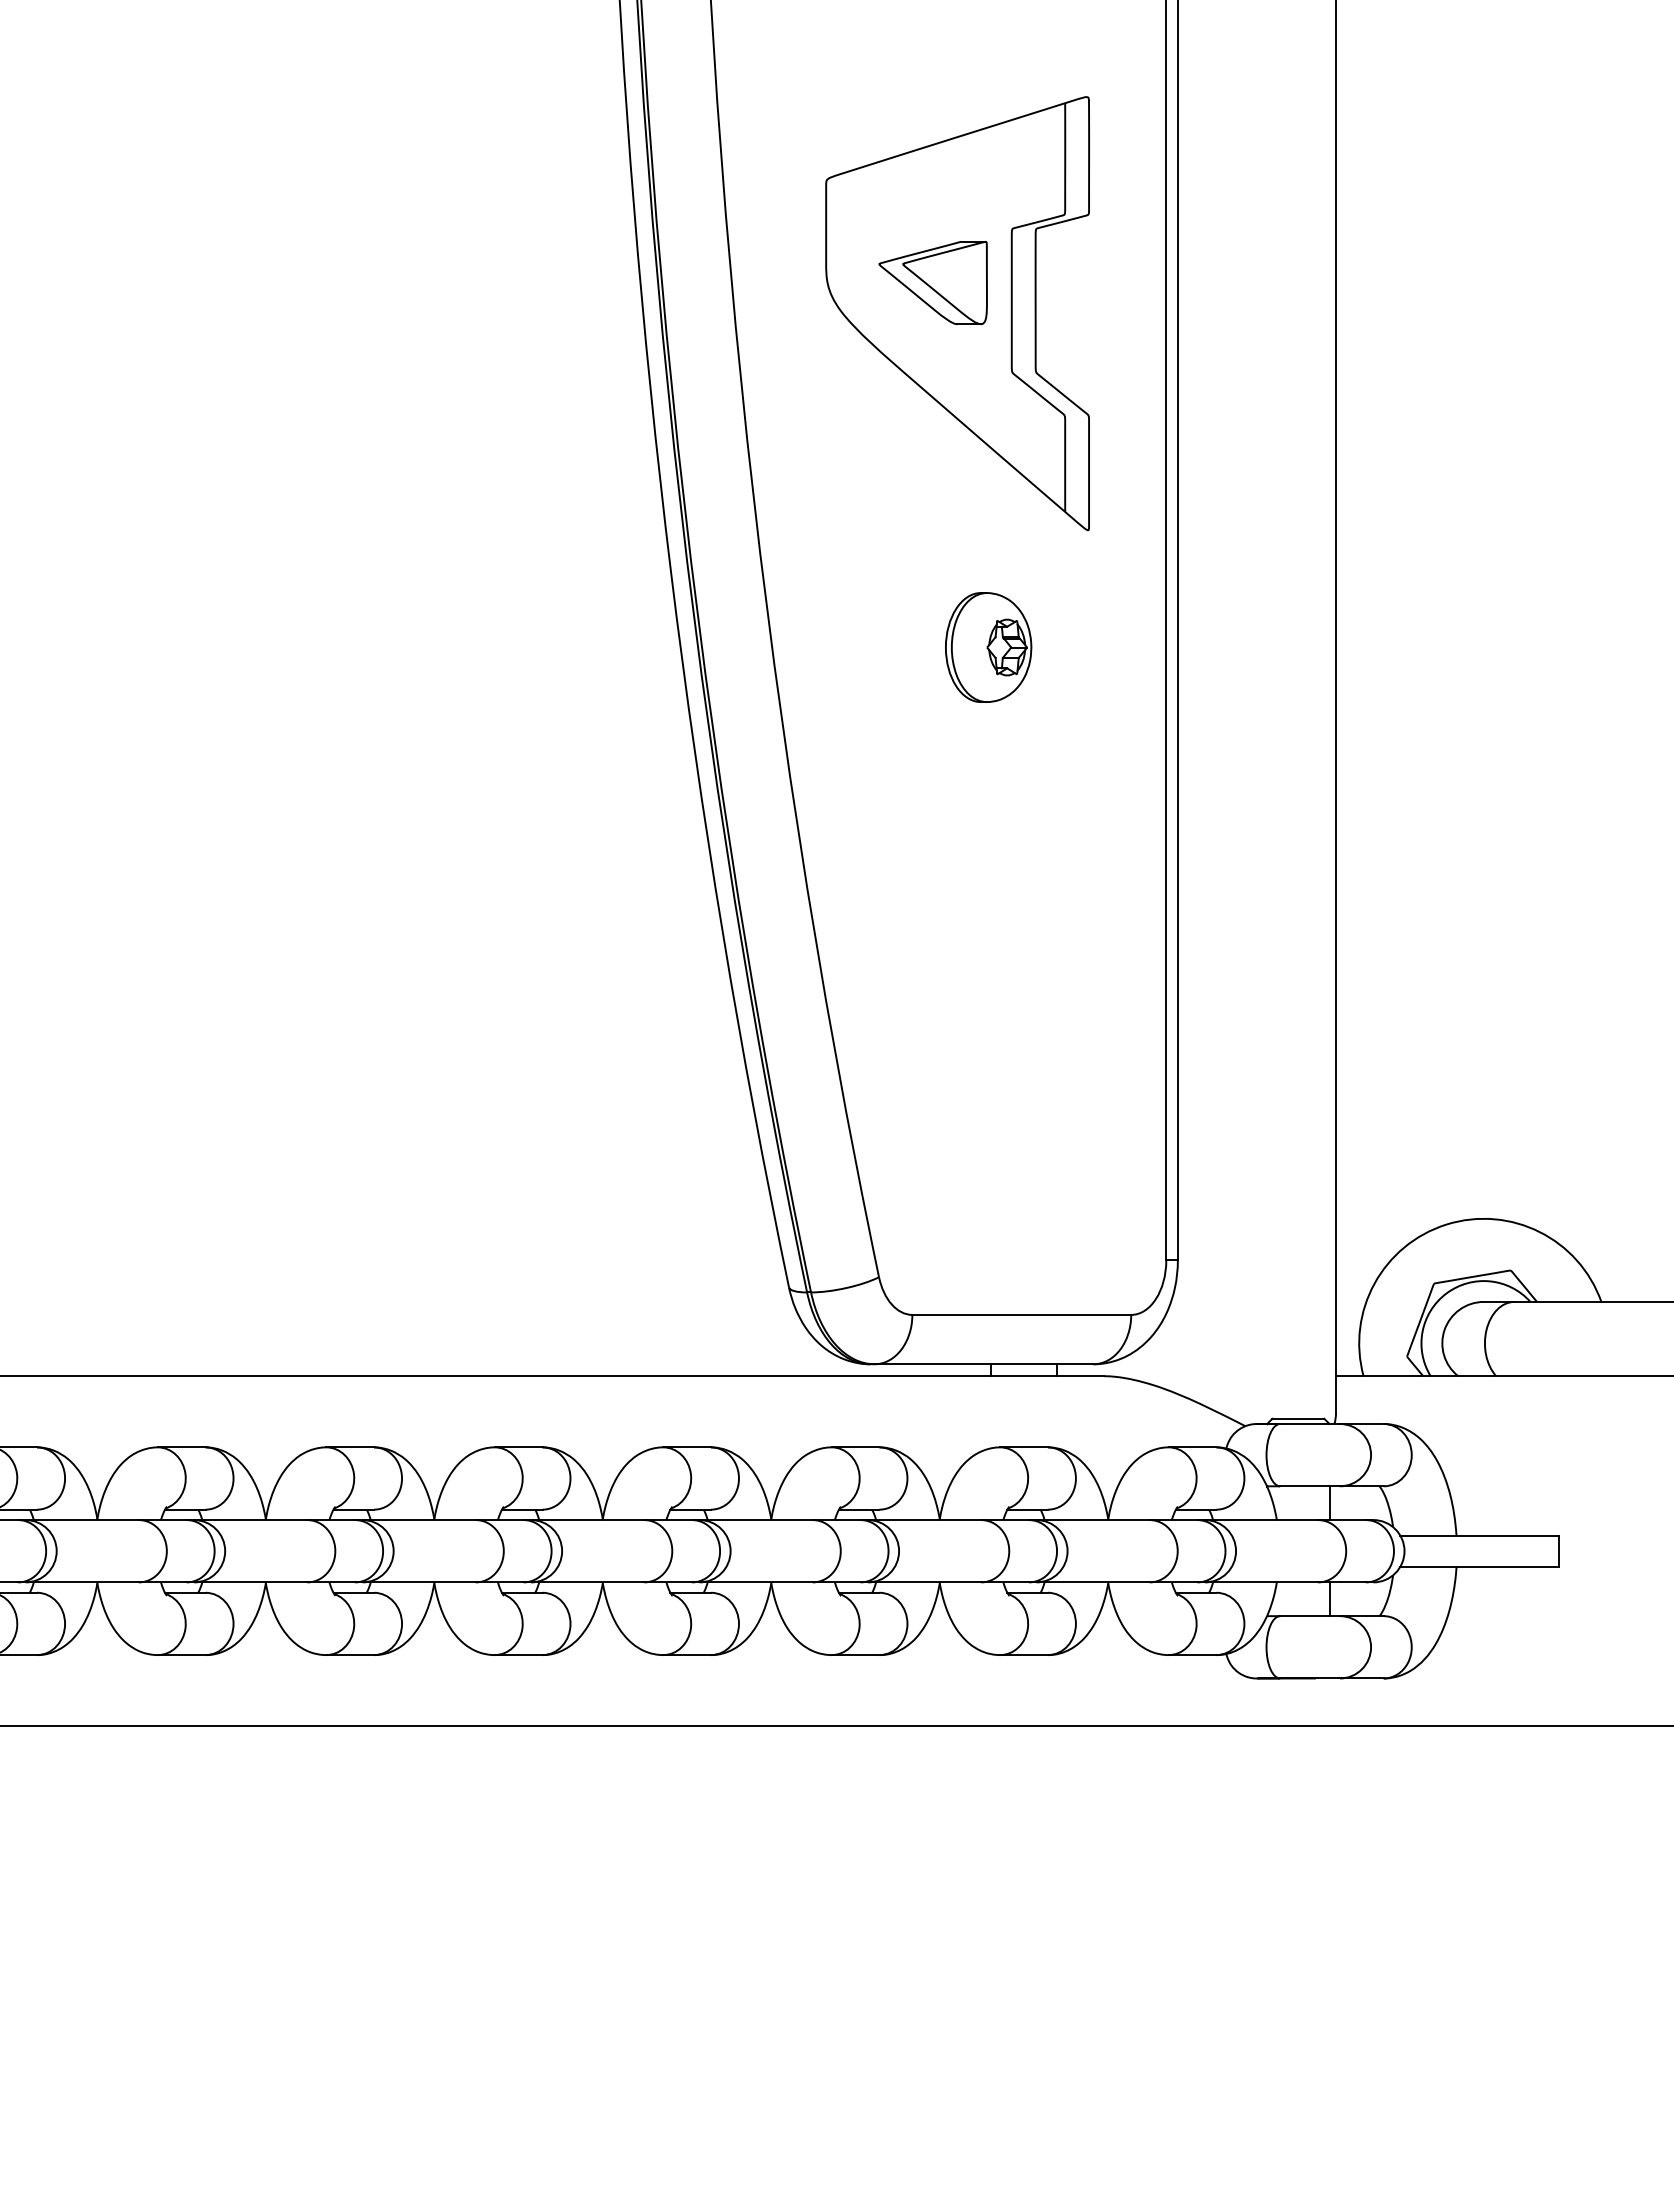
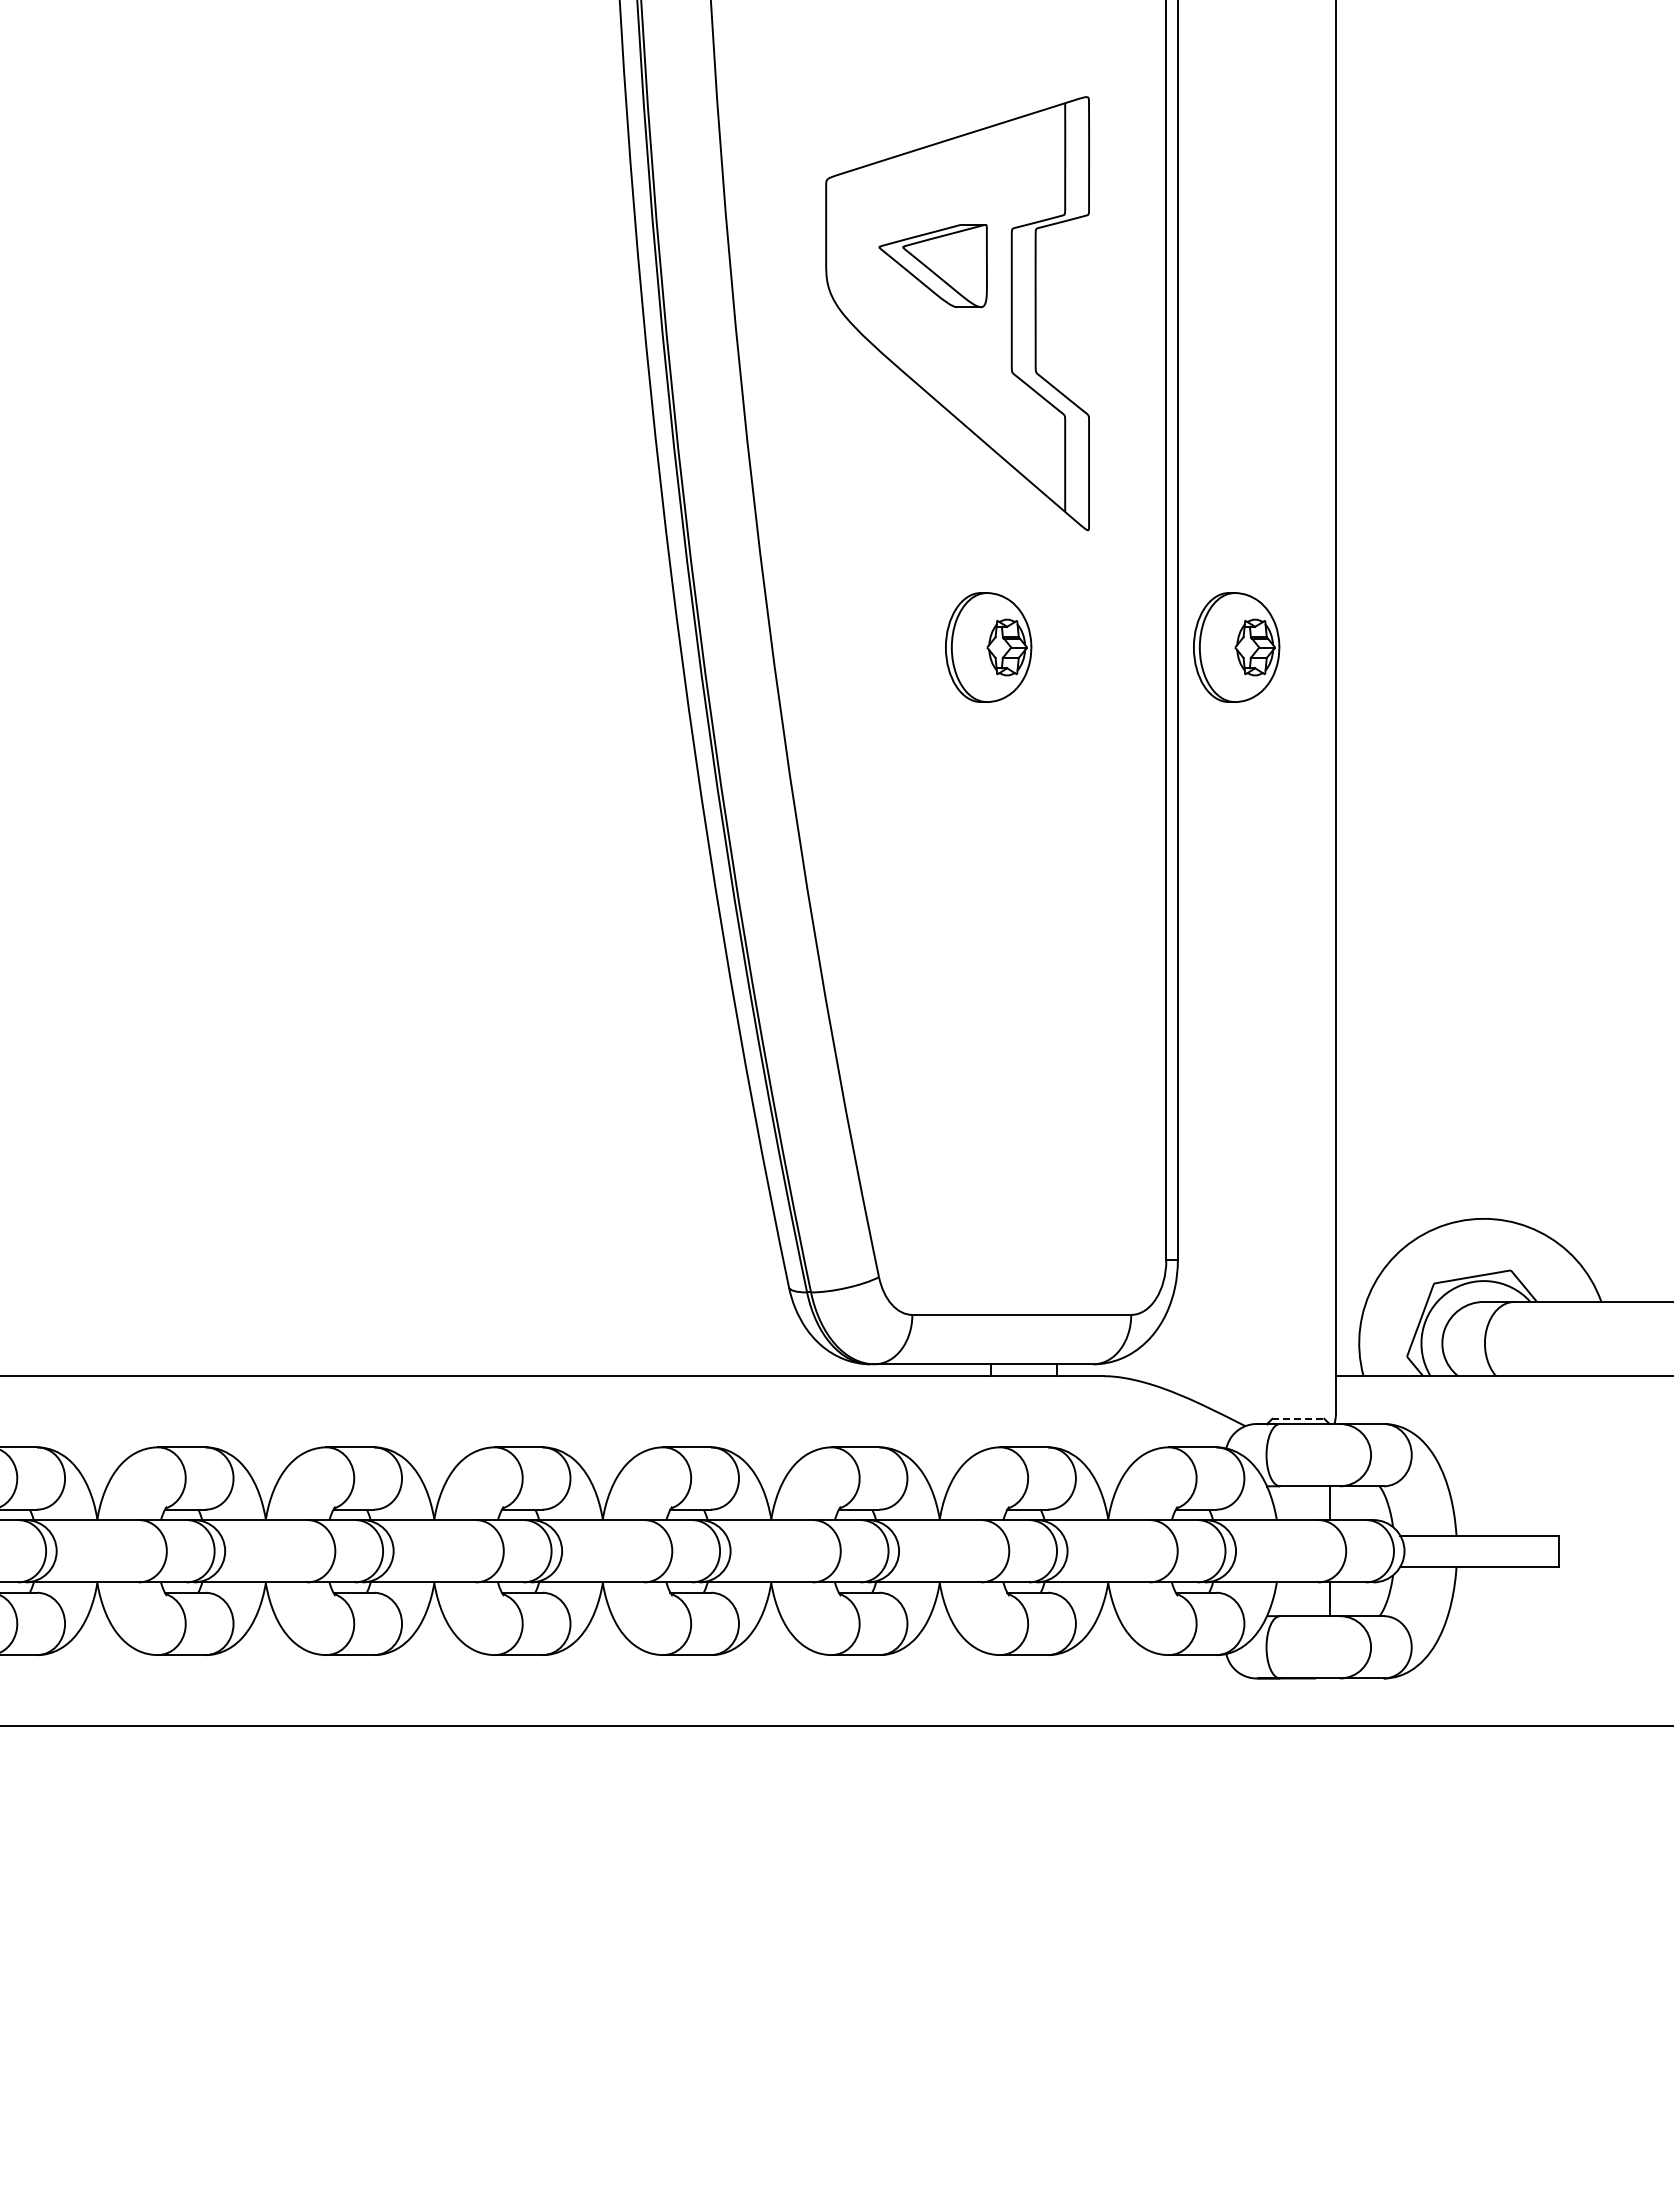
part at (932, 283) position: (932, 283) -> (932, 266)
part at (1236, 647): none -> present
line at (1298, 1418): solid -> dashed
